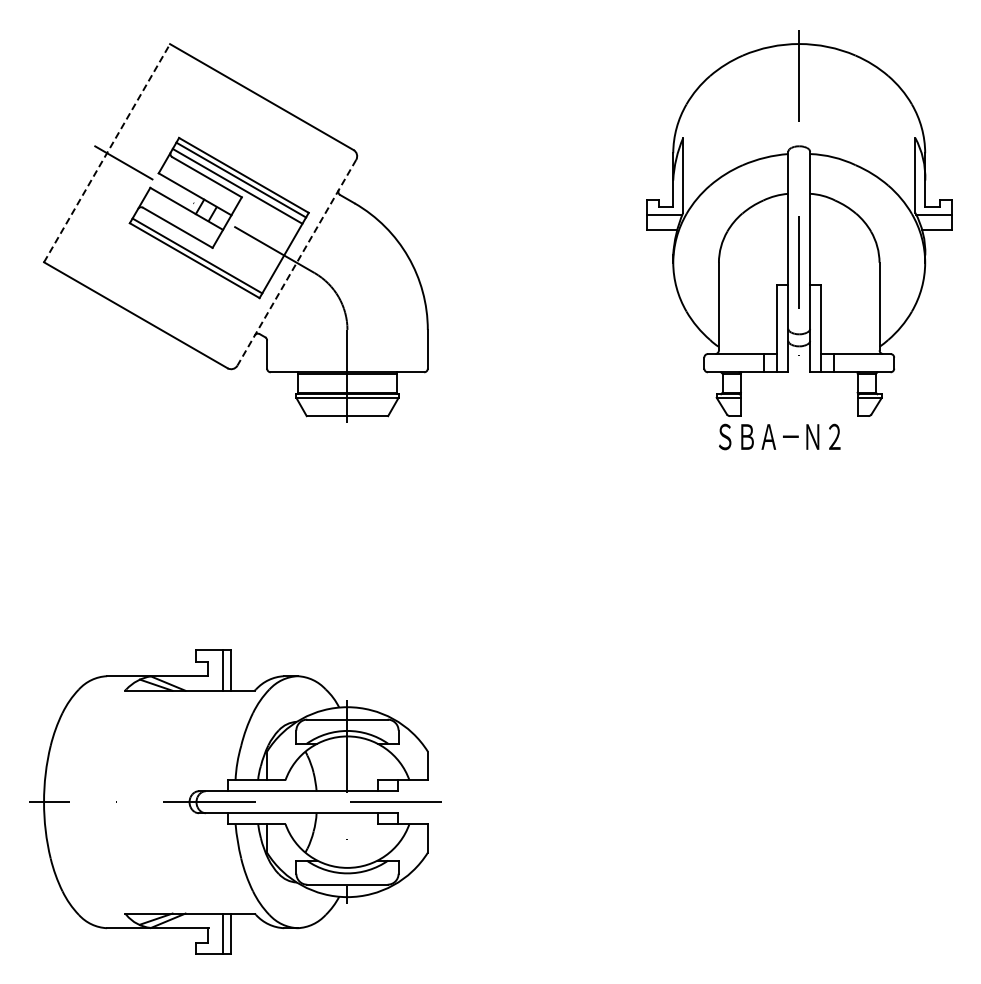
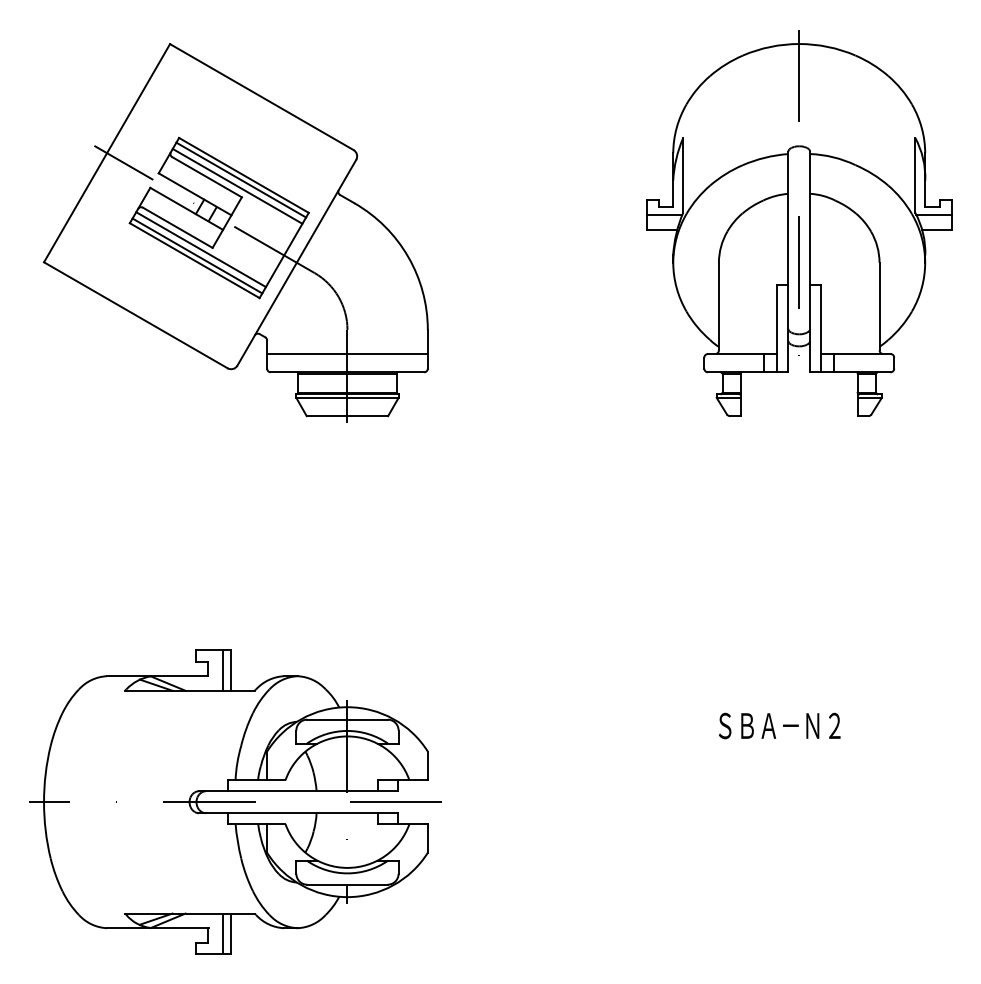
line at (107, 153): dashed -> solid
line at (200, 249): none -> present
line at (296, 262): dashed -> solid
line at (347, 354): none -> present
text at (779, 436) position: (779, 436) -> (779, 725)
